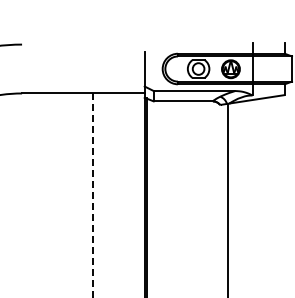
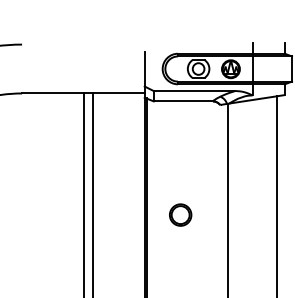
line at (84, 193): none -> present
line at (276, 195): none -> present
line at (93, 196): dashed -> solid
part at (180, 214): none -> present
